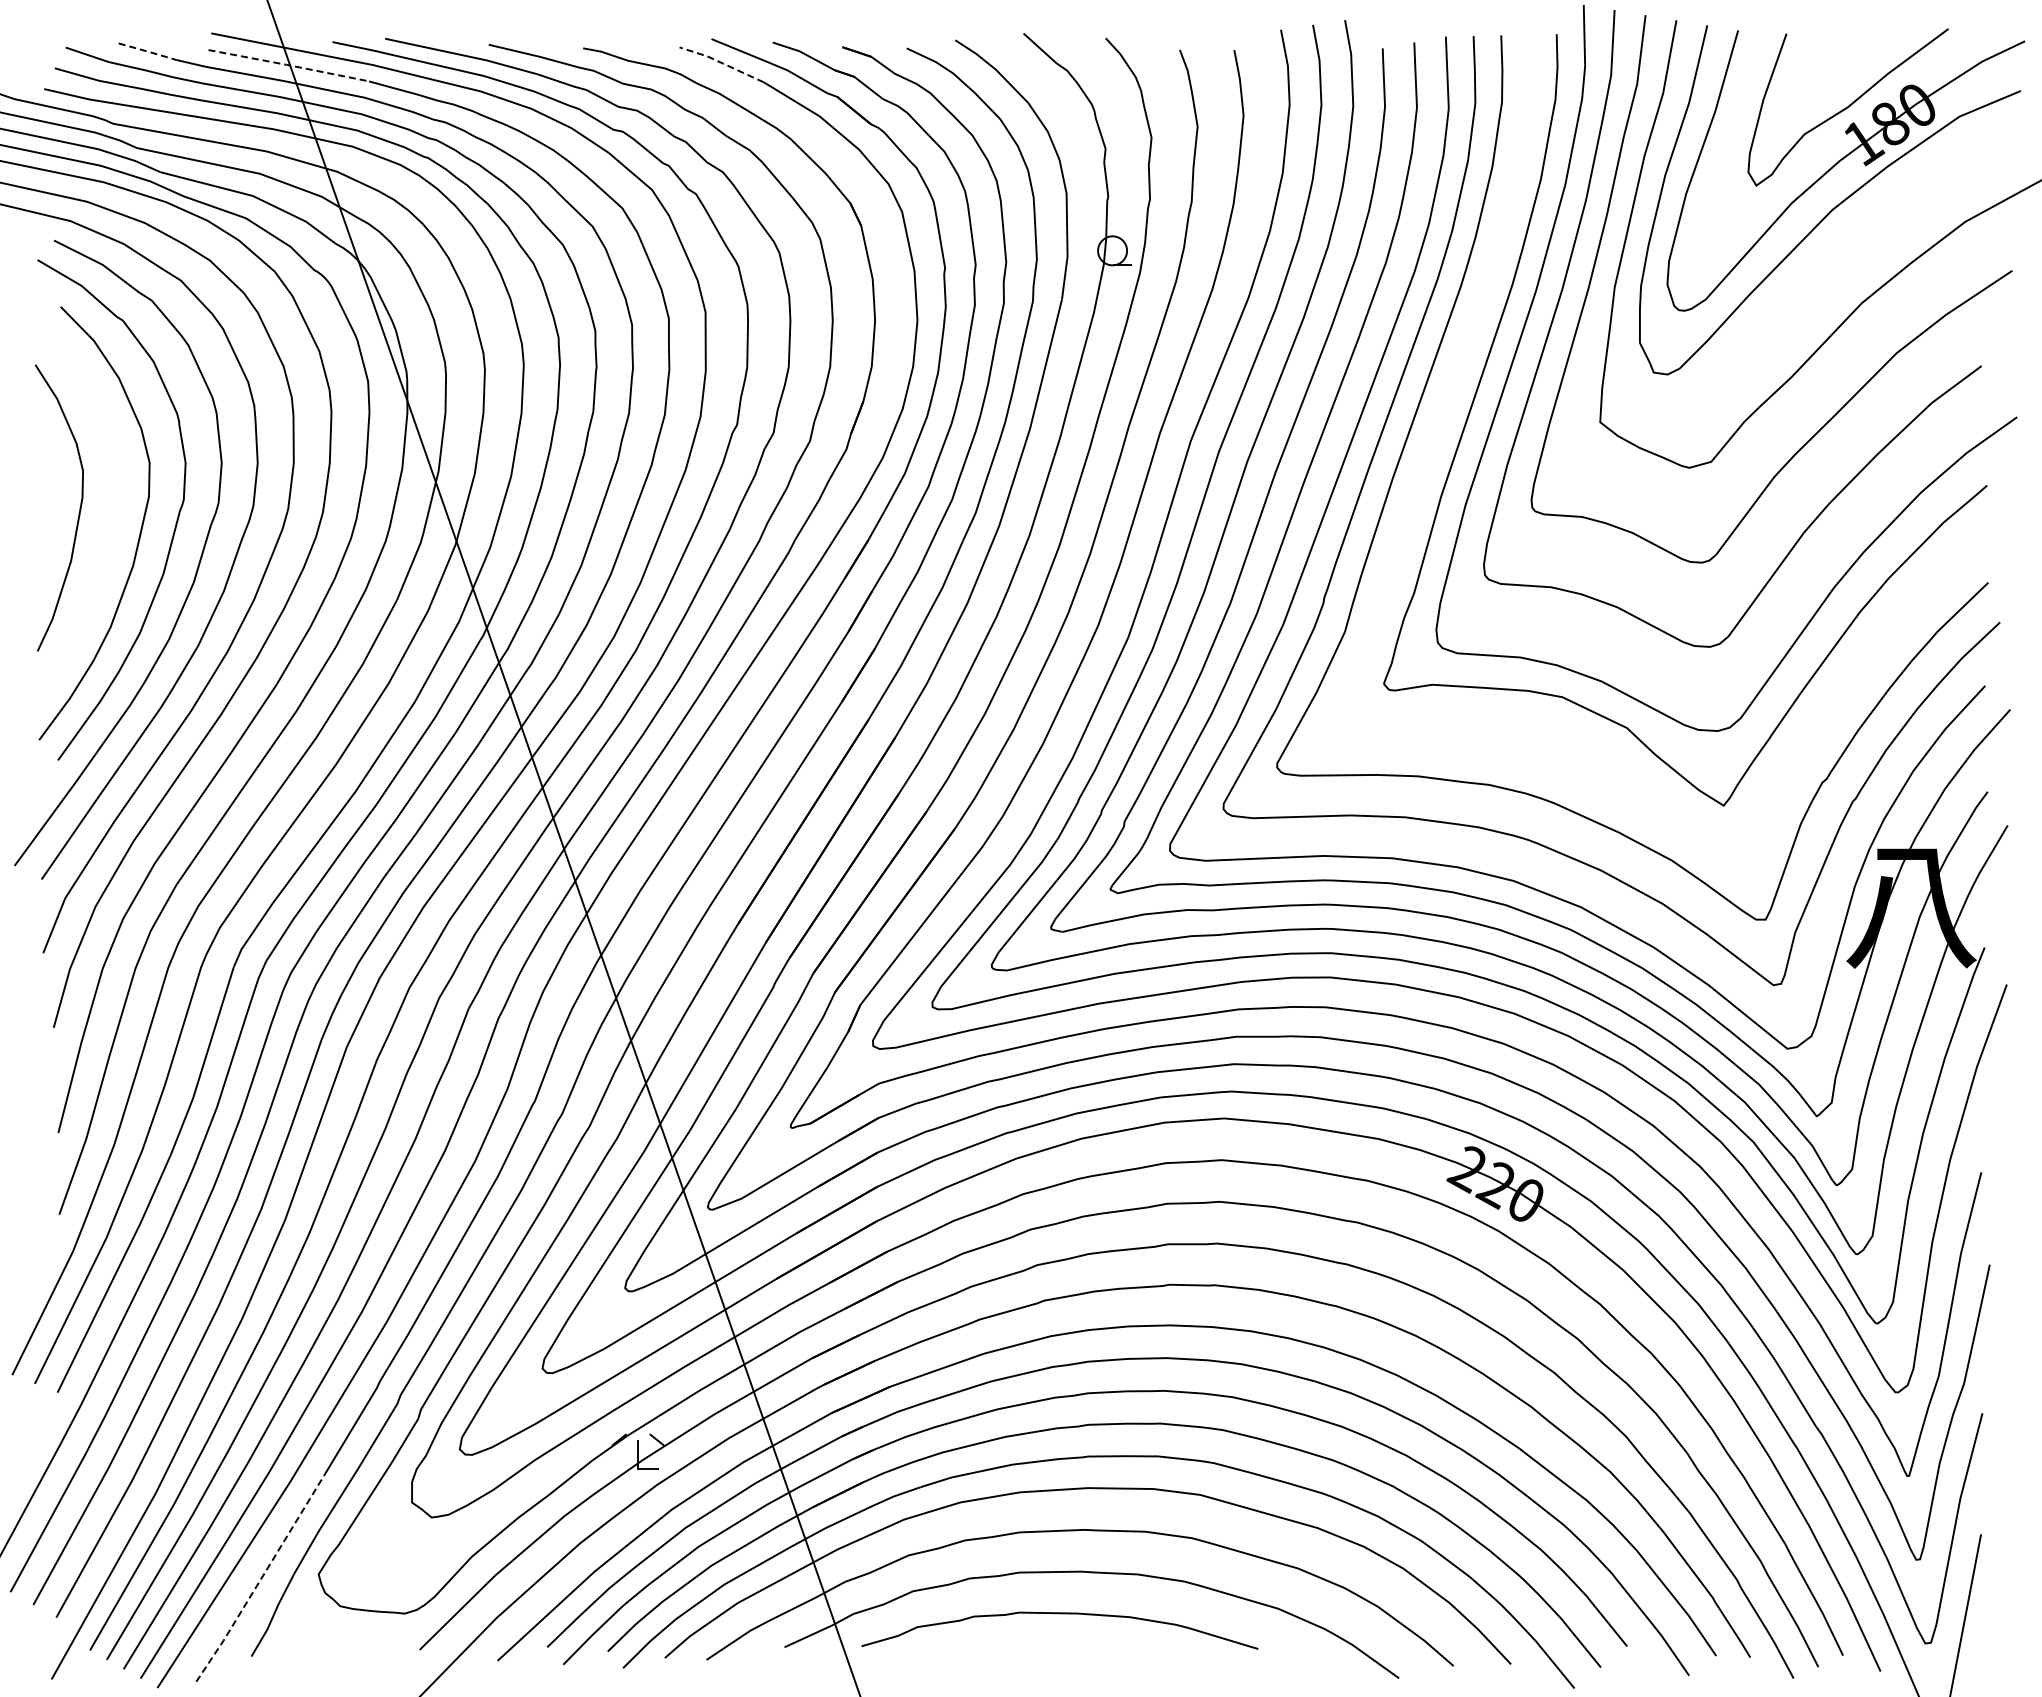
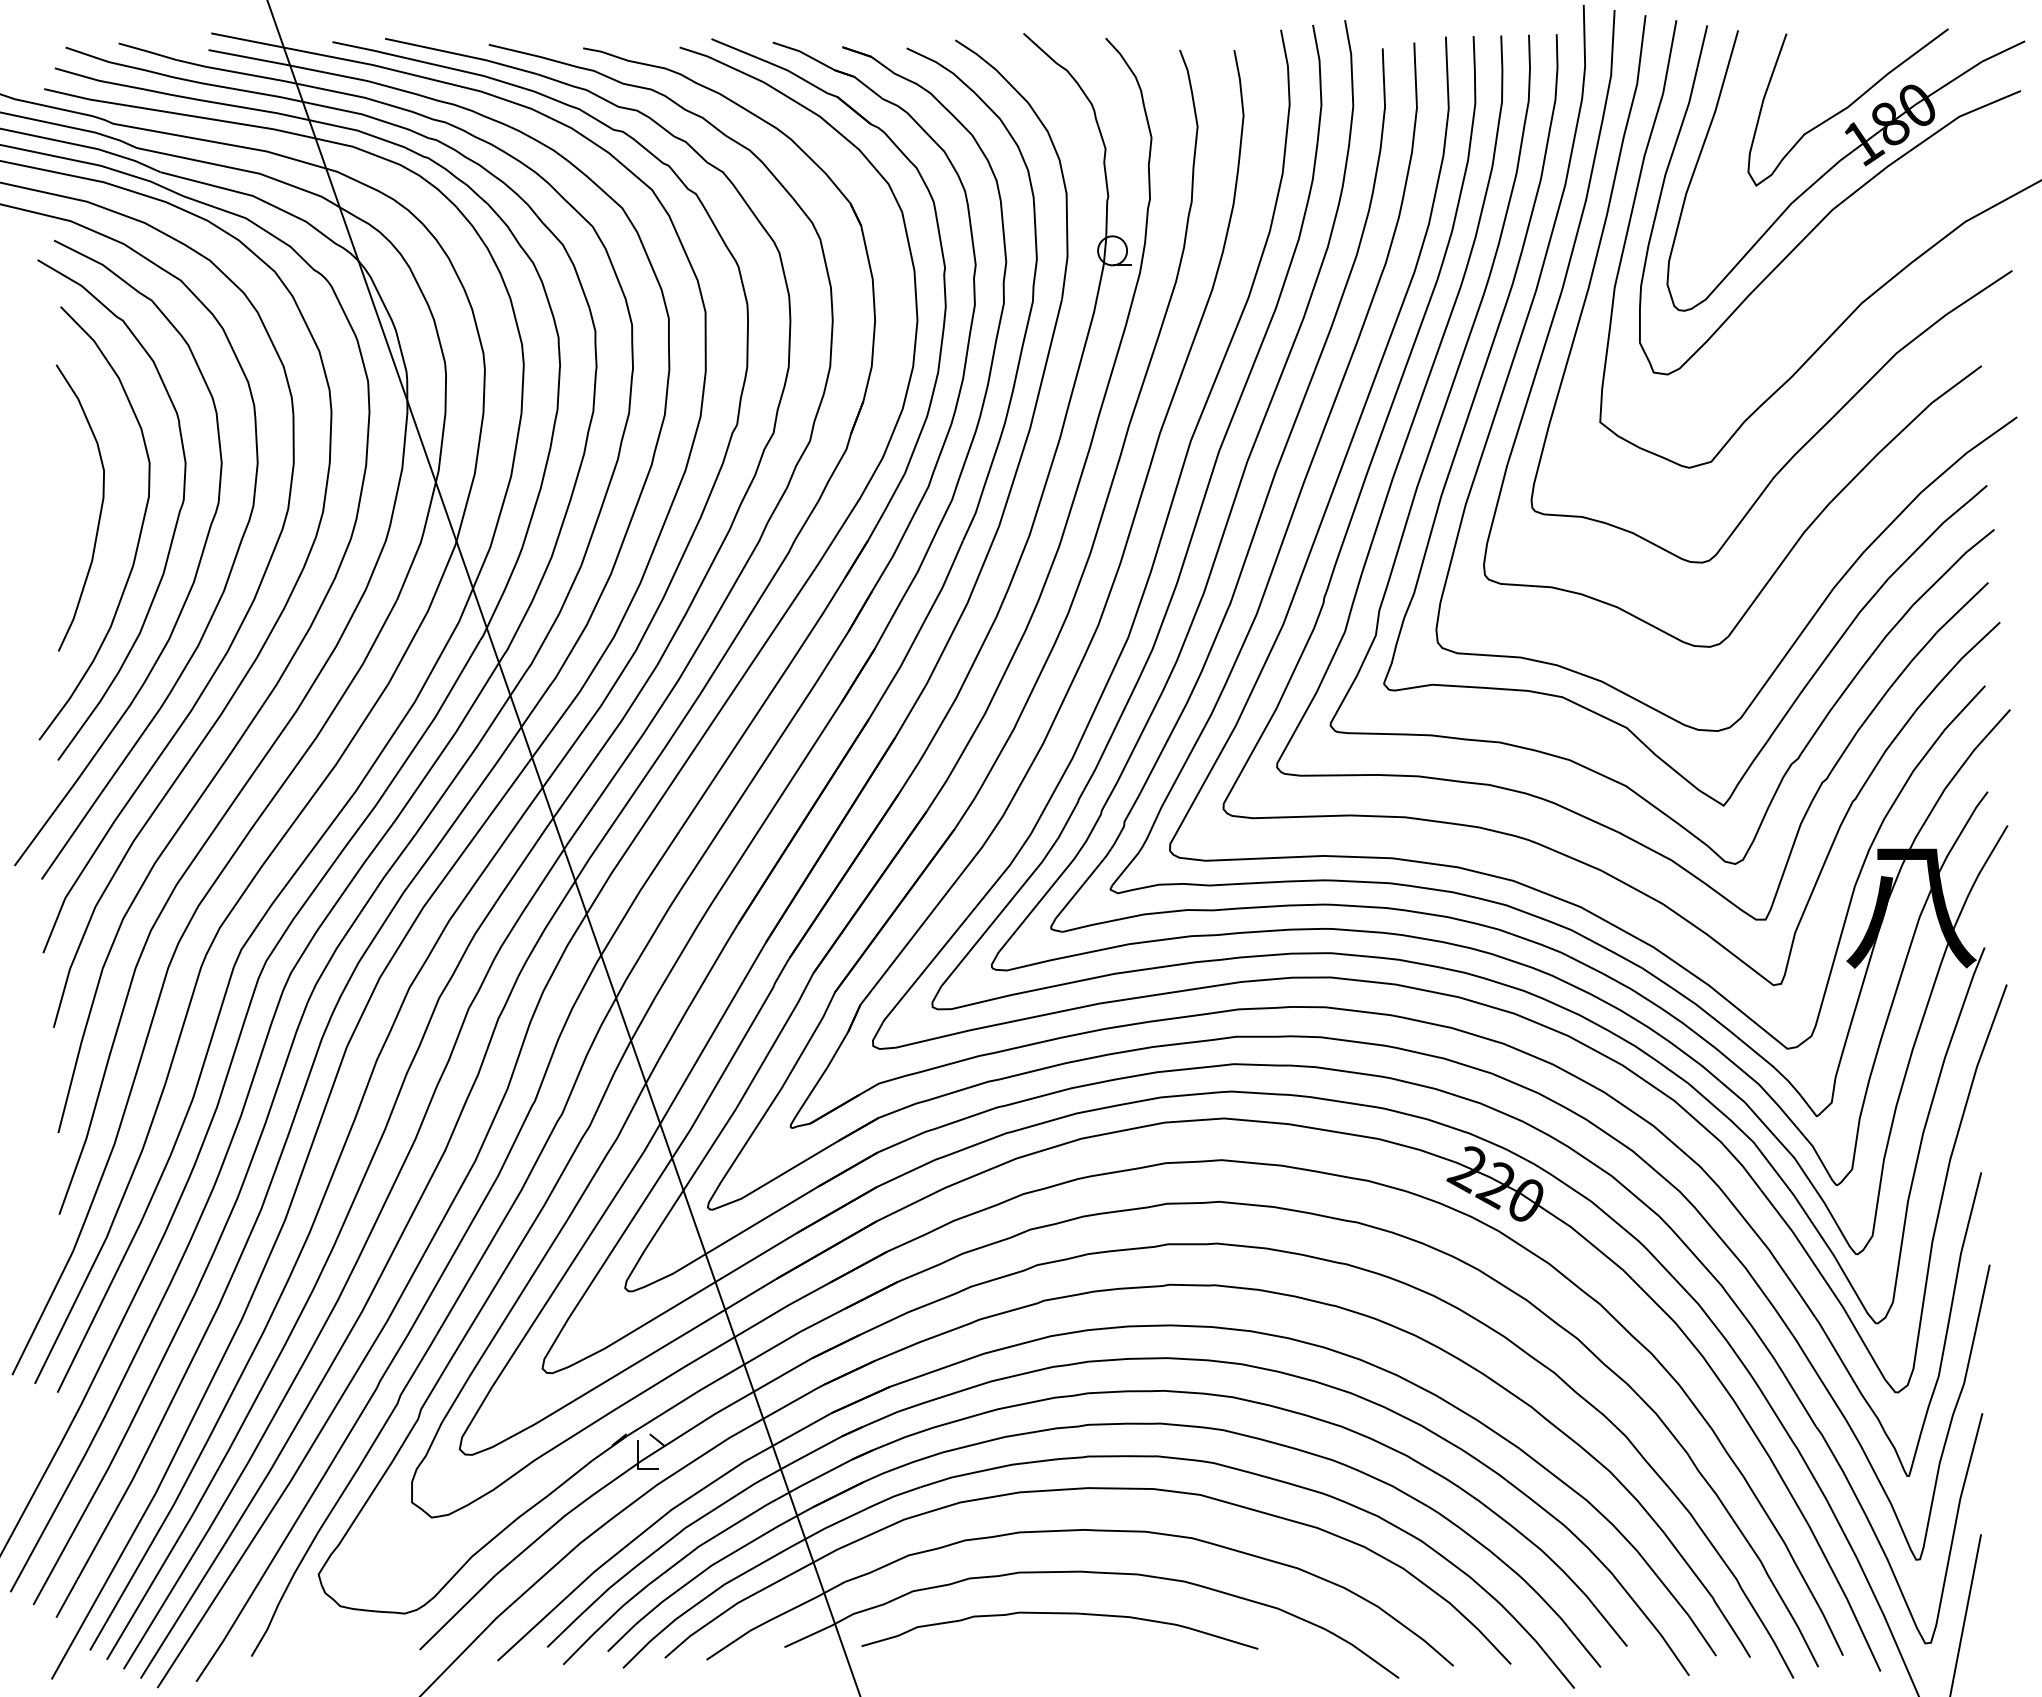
line at (147, 51): dashed -> solid
line at (721, 62): dashed -> solid
line at (289, 65): dashed -> solid
part at (1456, 377): none -> present
curve at (78, 513) position: (78, 513) -> (99, 513)
line at (260, 1579): dashed -> solid
